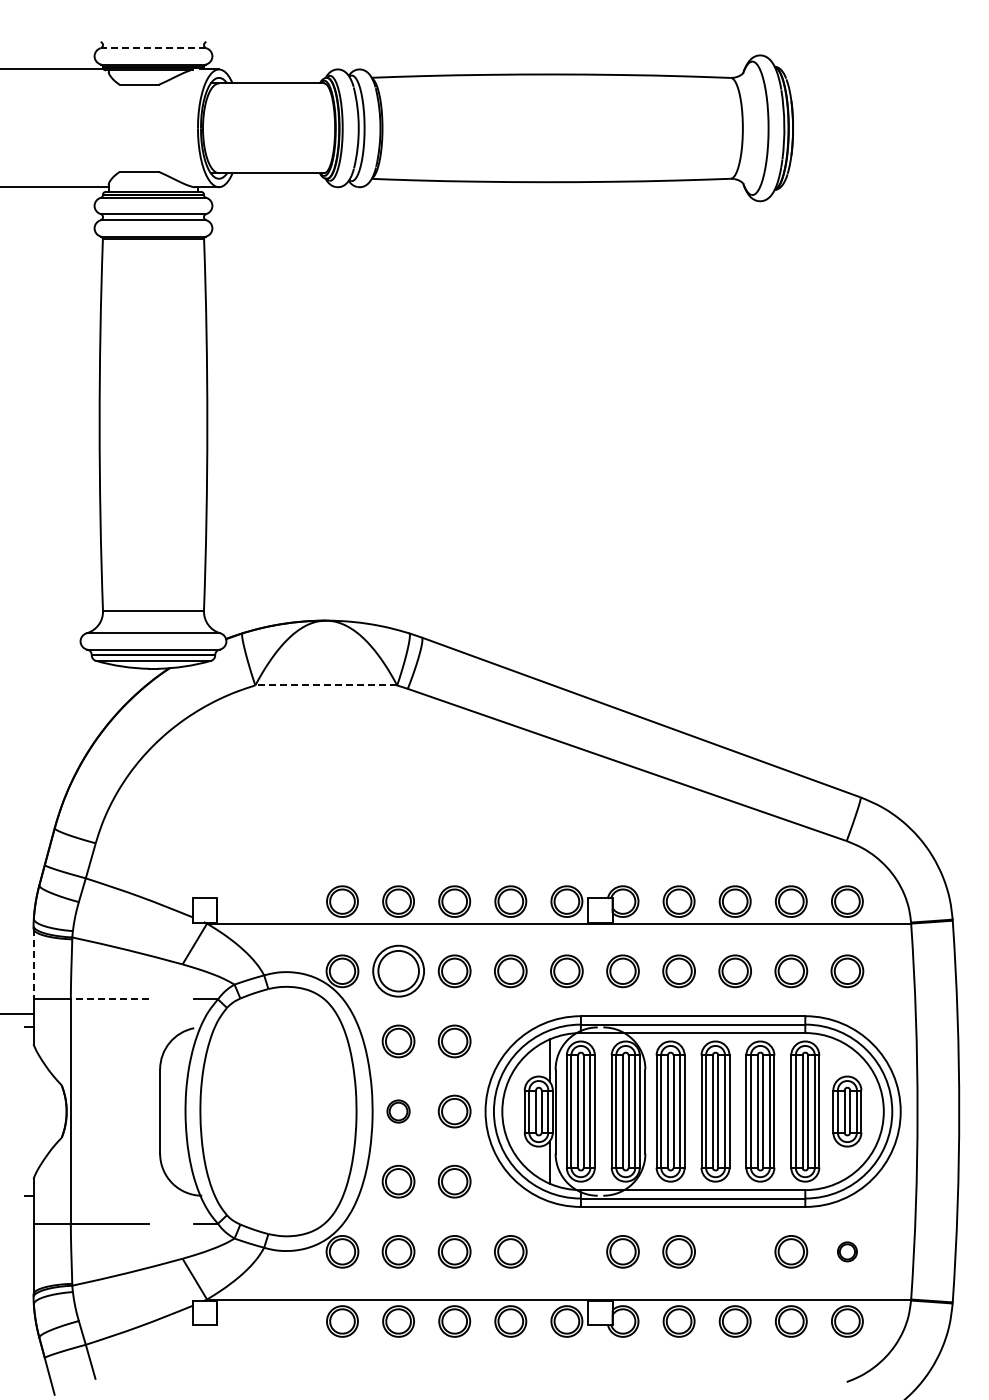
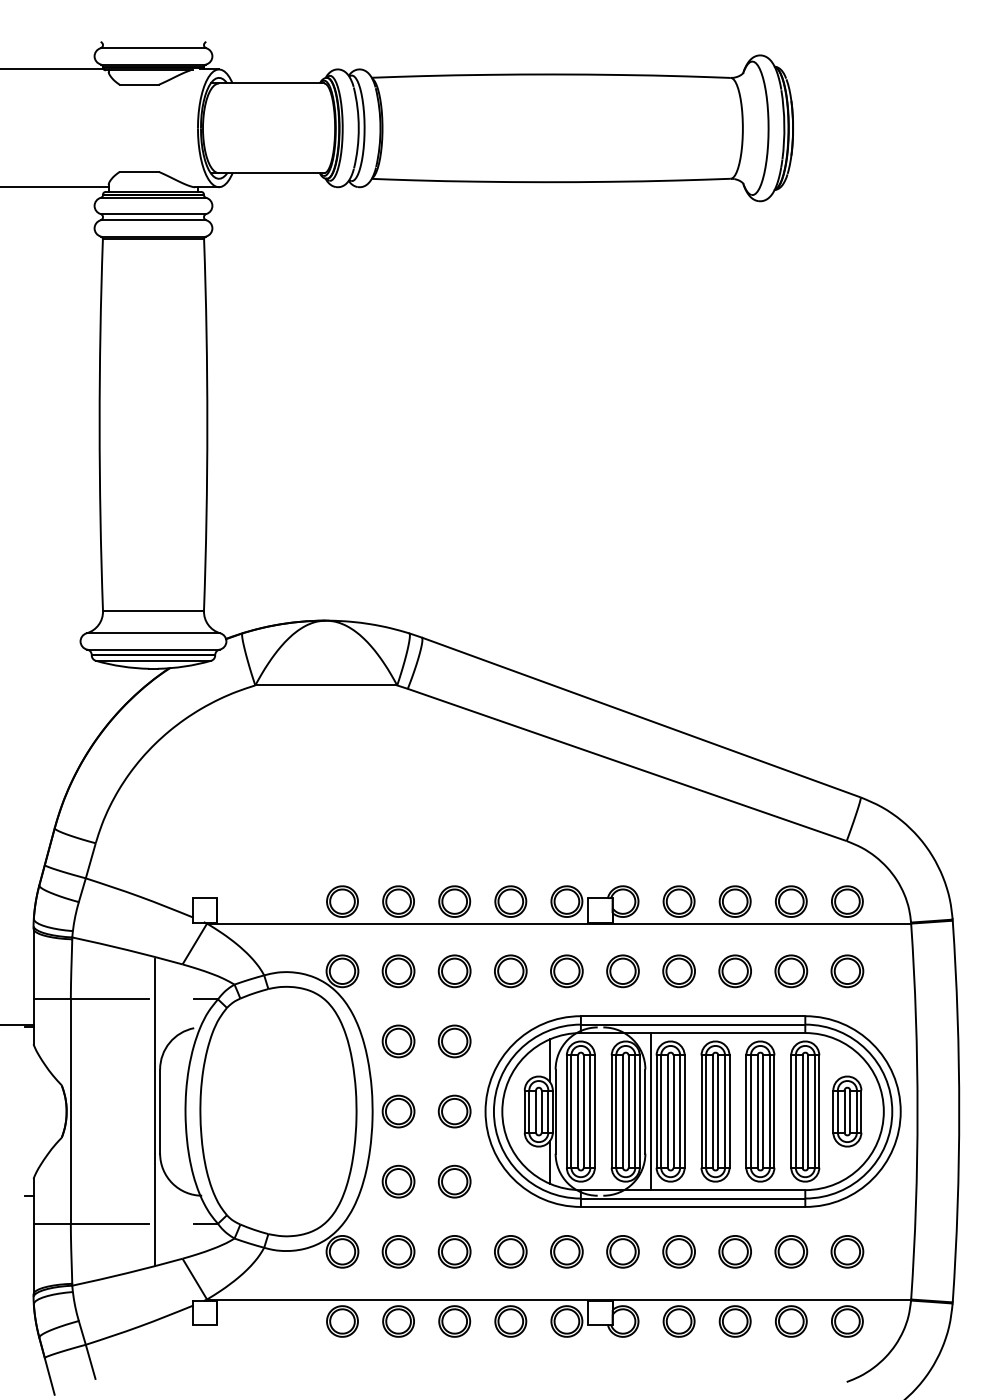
line at (153, 48): dashed -> solid
line at (326, 685): dashed -> solid
line at (33, 964): dashed -> solid
part at (398, 970) size: 53x54 px -> 35x35 px
line at (109, 999): dashed -> solid
line at (17, 1013) position: (17, 1013) -> (17, 1024)
line at (154, 1111): none -> present
part at (398, 1111) size: 25x25 px -> 35x35 px
line at (651, 1111): none -> present
part at (566, 1251): none -> present
part at (734, 1251): none -> present
part at (847, 1251) size: 21x22 px -> 35x34 px
